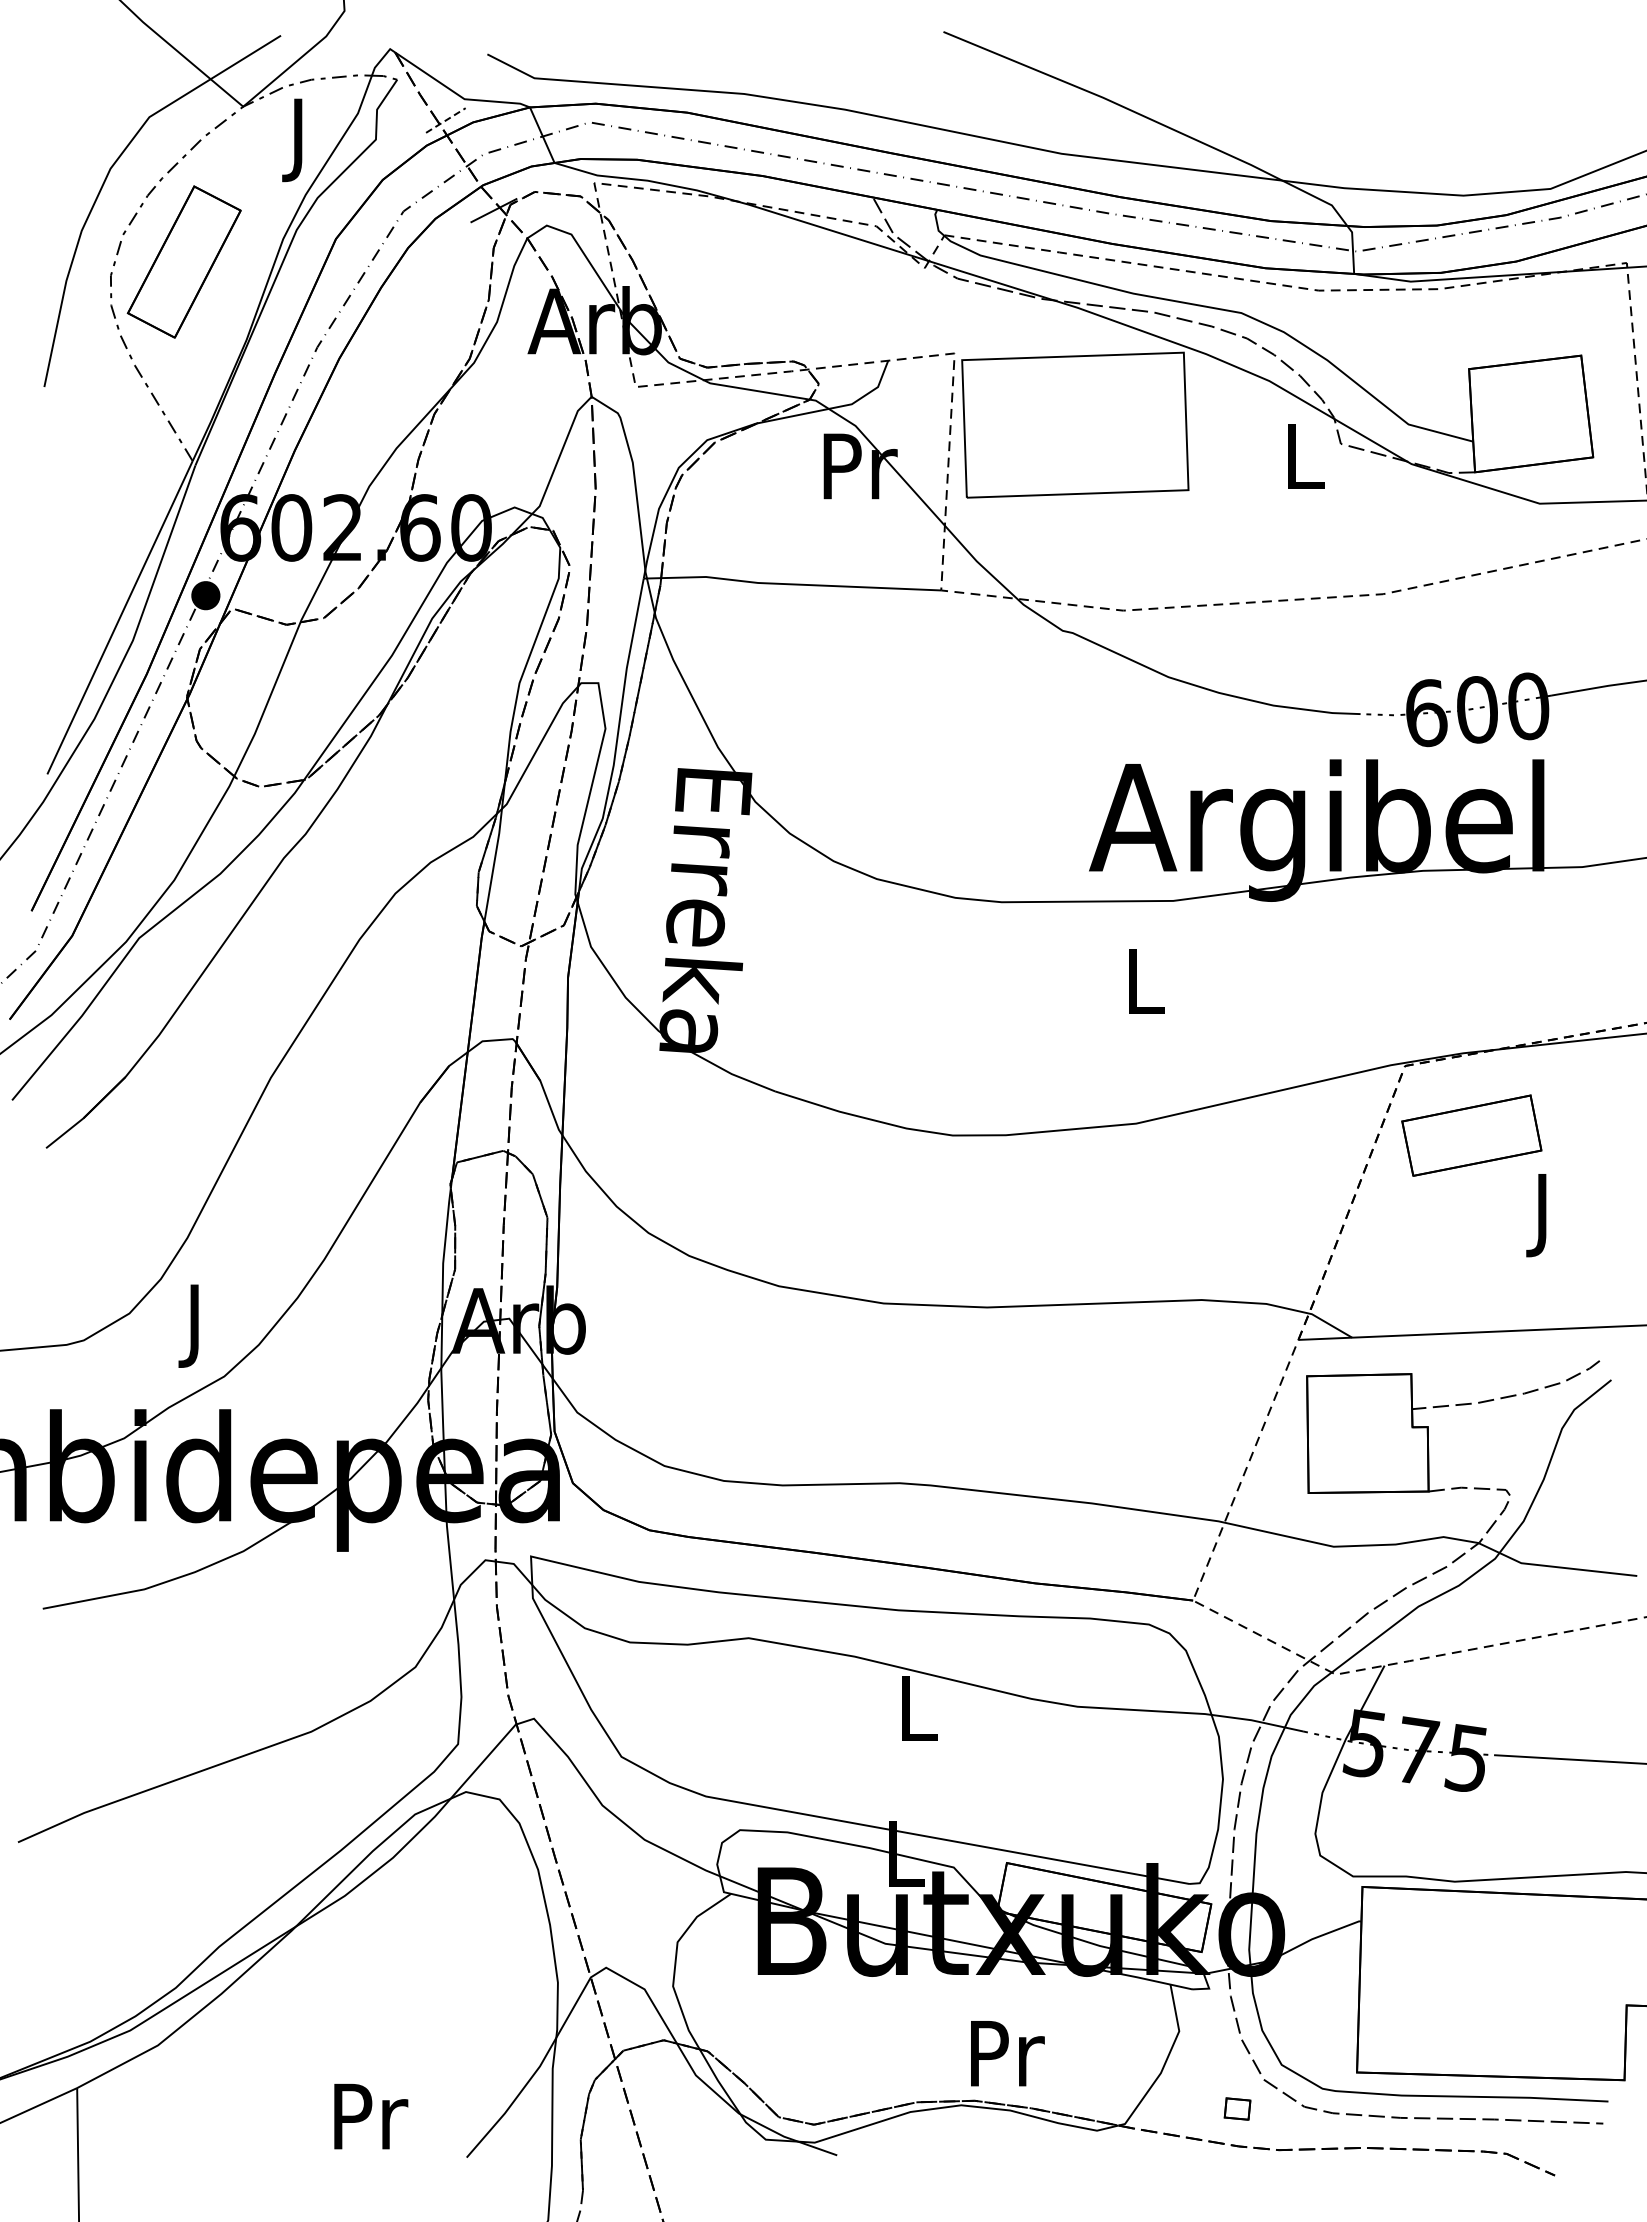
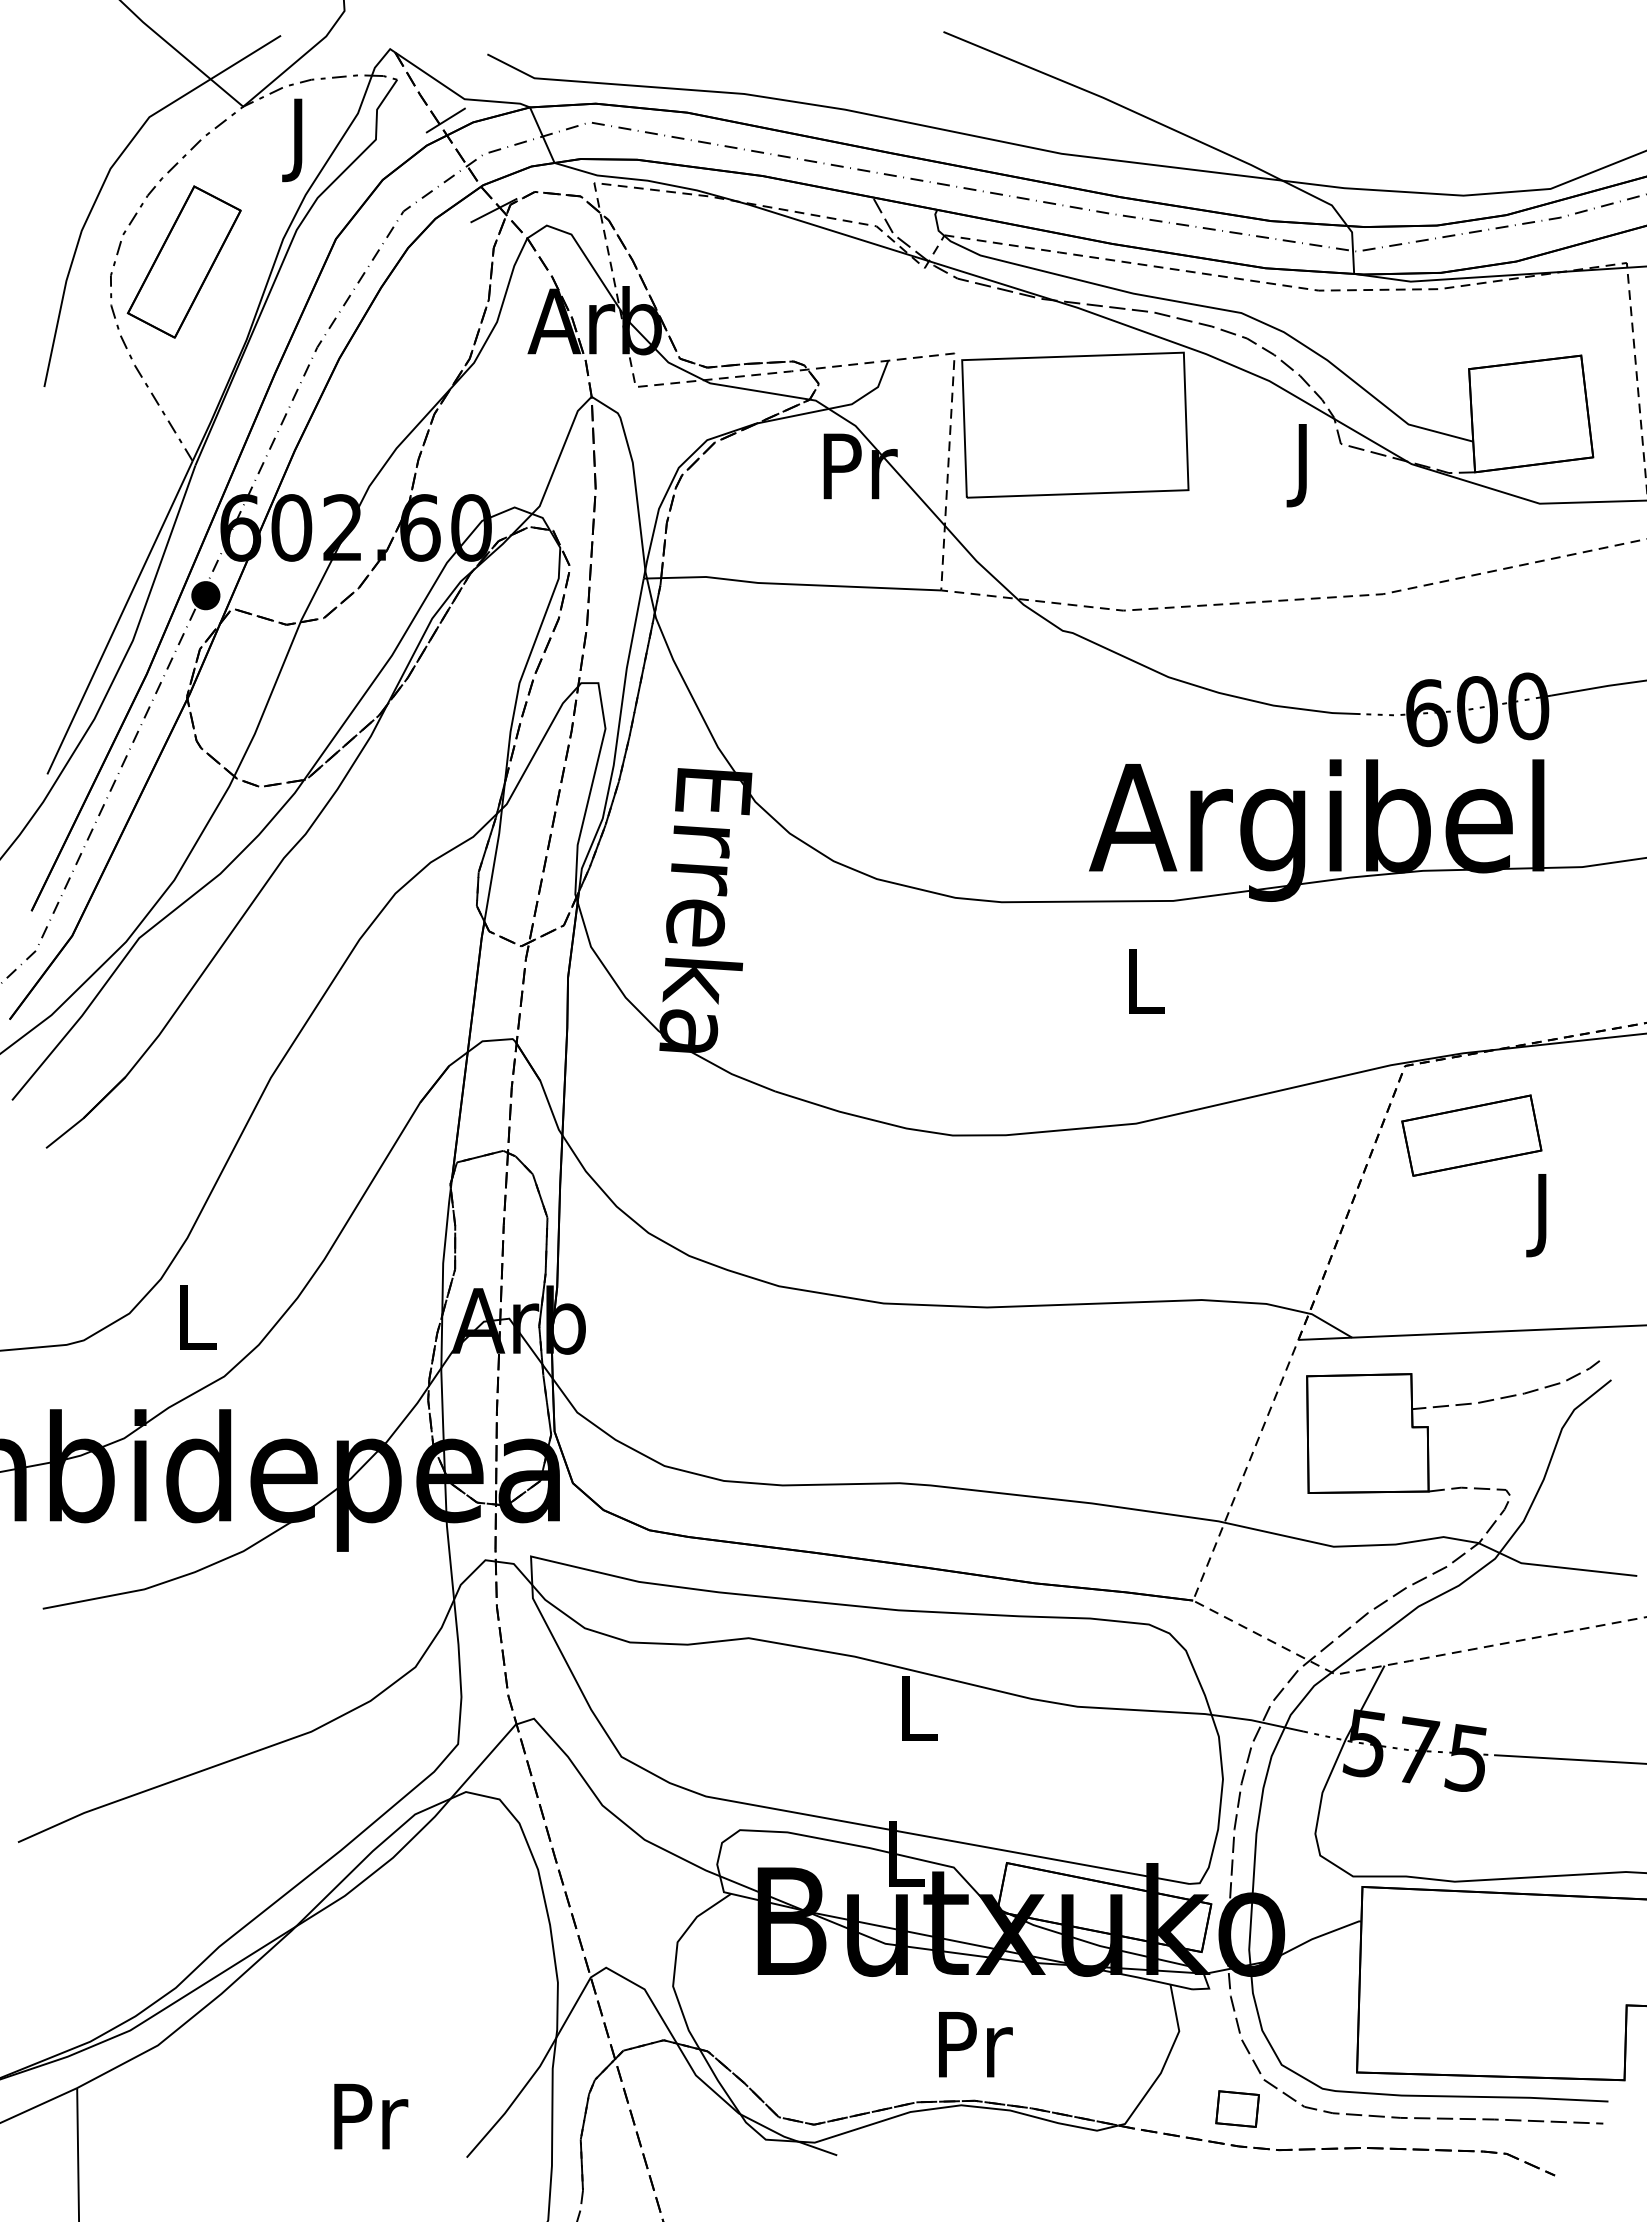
line at (446, 120): dashed -> solid
text at (1305, 465): L -> J
text at (197, 1325): J -> L
text at (1007, 2053) position: (1007, 2053) -> (975, 2044)
part at (1237, 2108) size: 29x24 px -> 45x38 px
